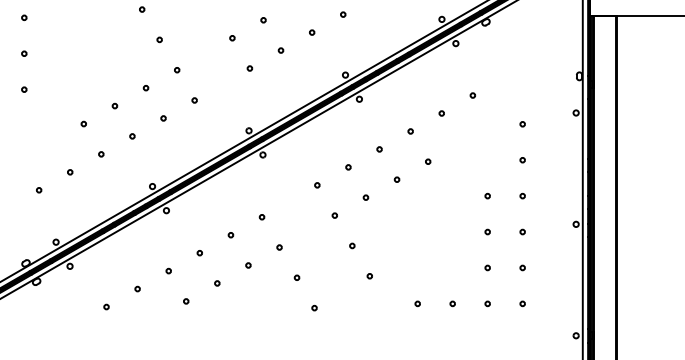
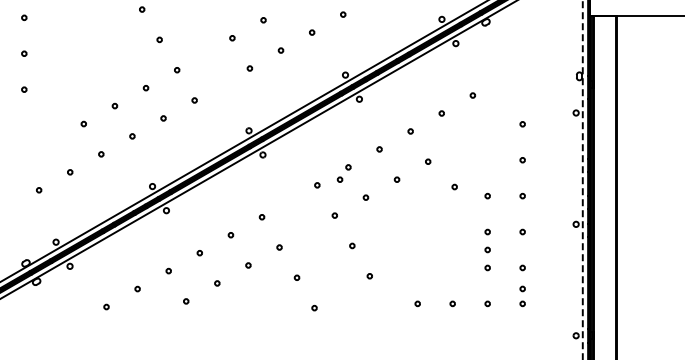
circle at (339, 179): none -> present
line at (582, 179): solid -> dashed
circle at (454, 186): none -> present
circle at (487, 249): none -> present
circle at (522, 288): none -> present
